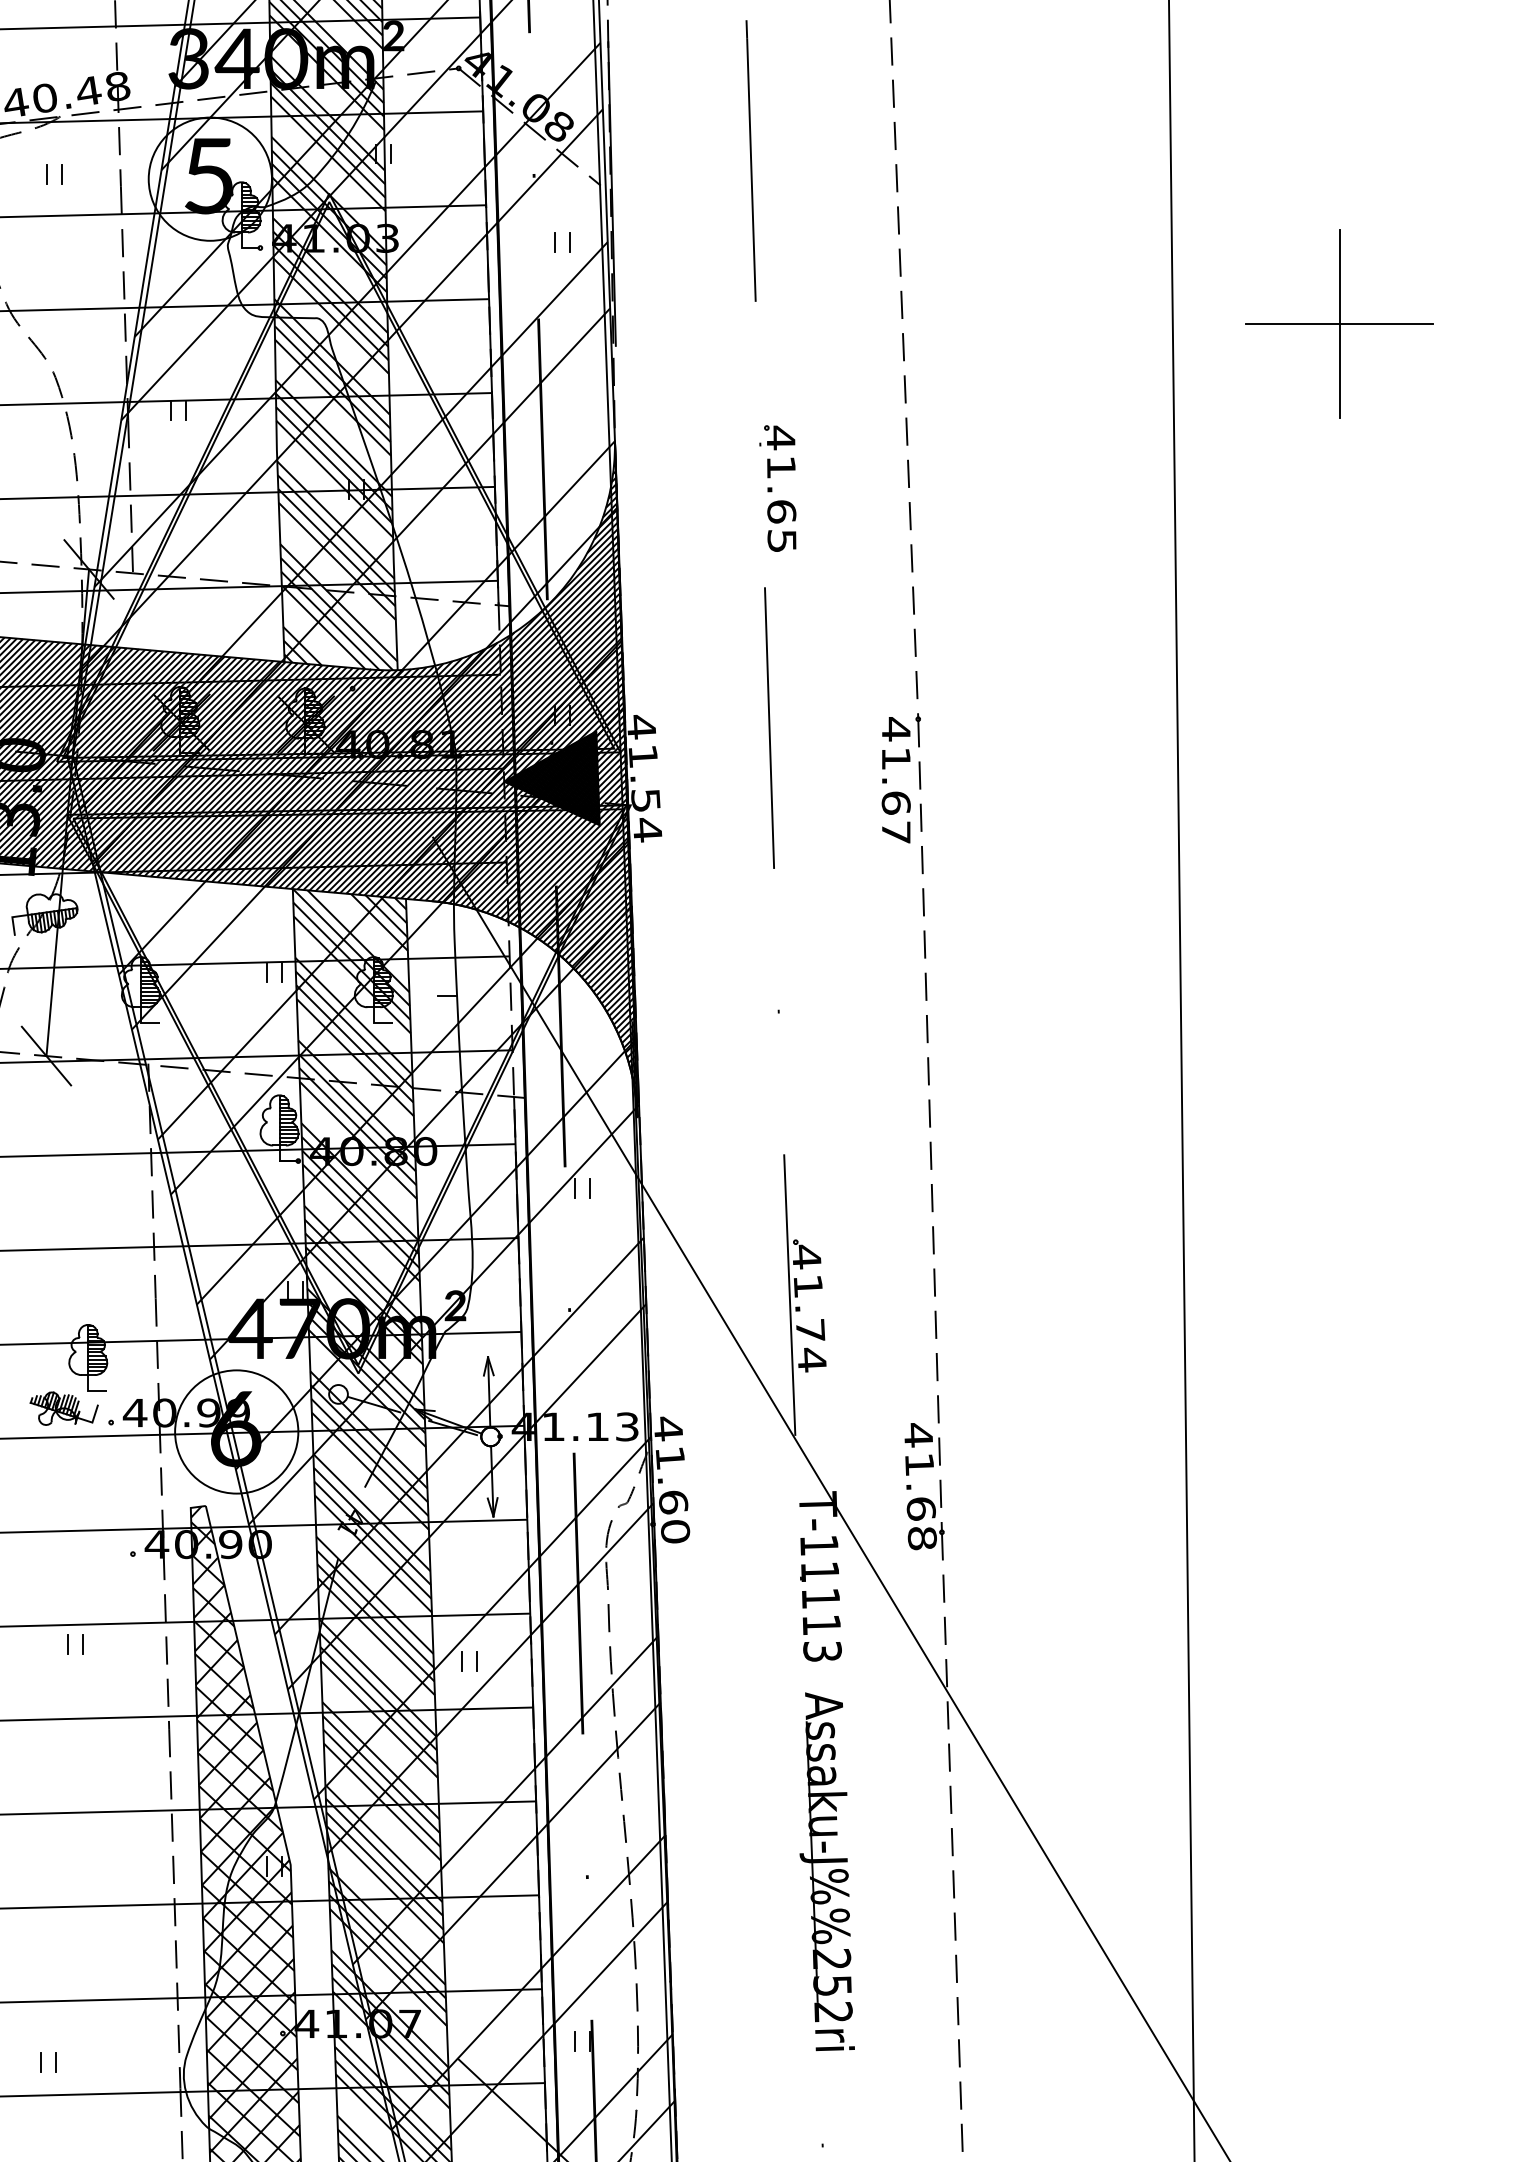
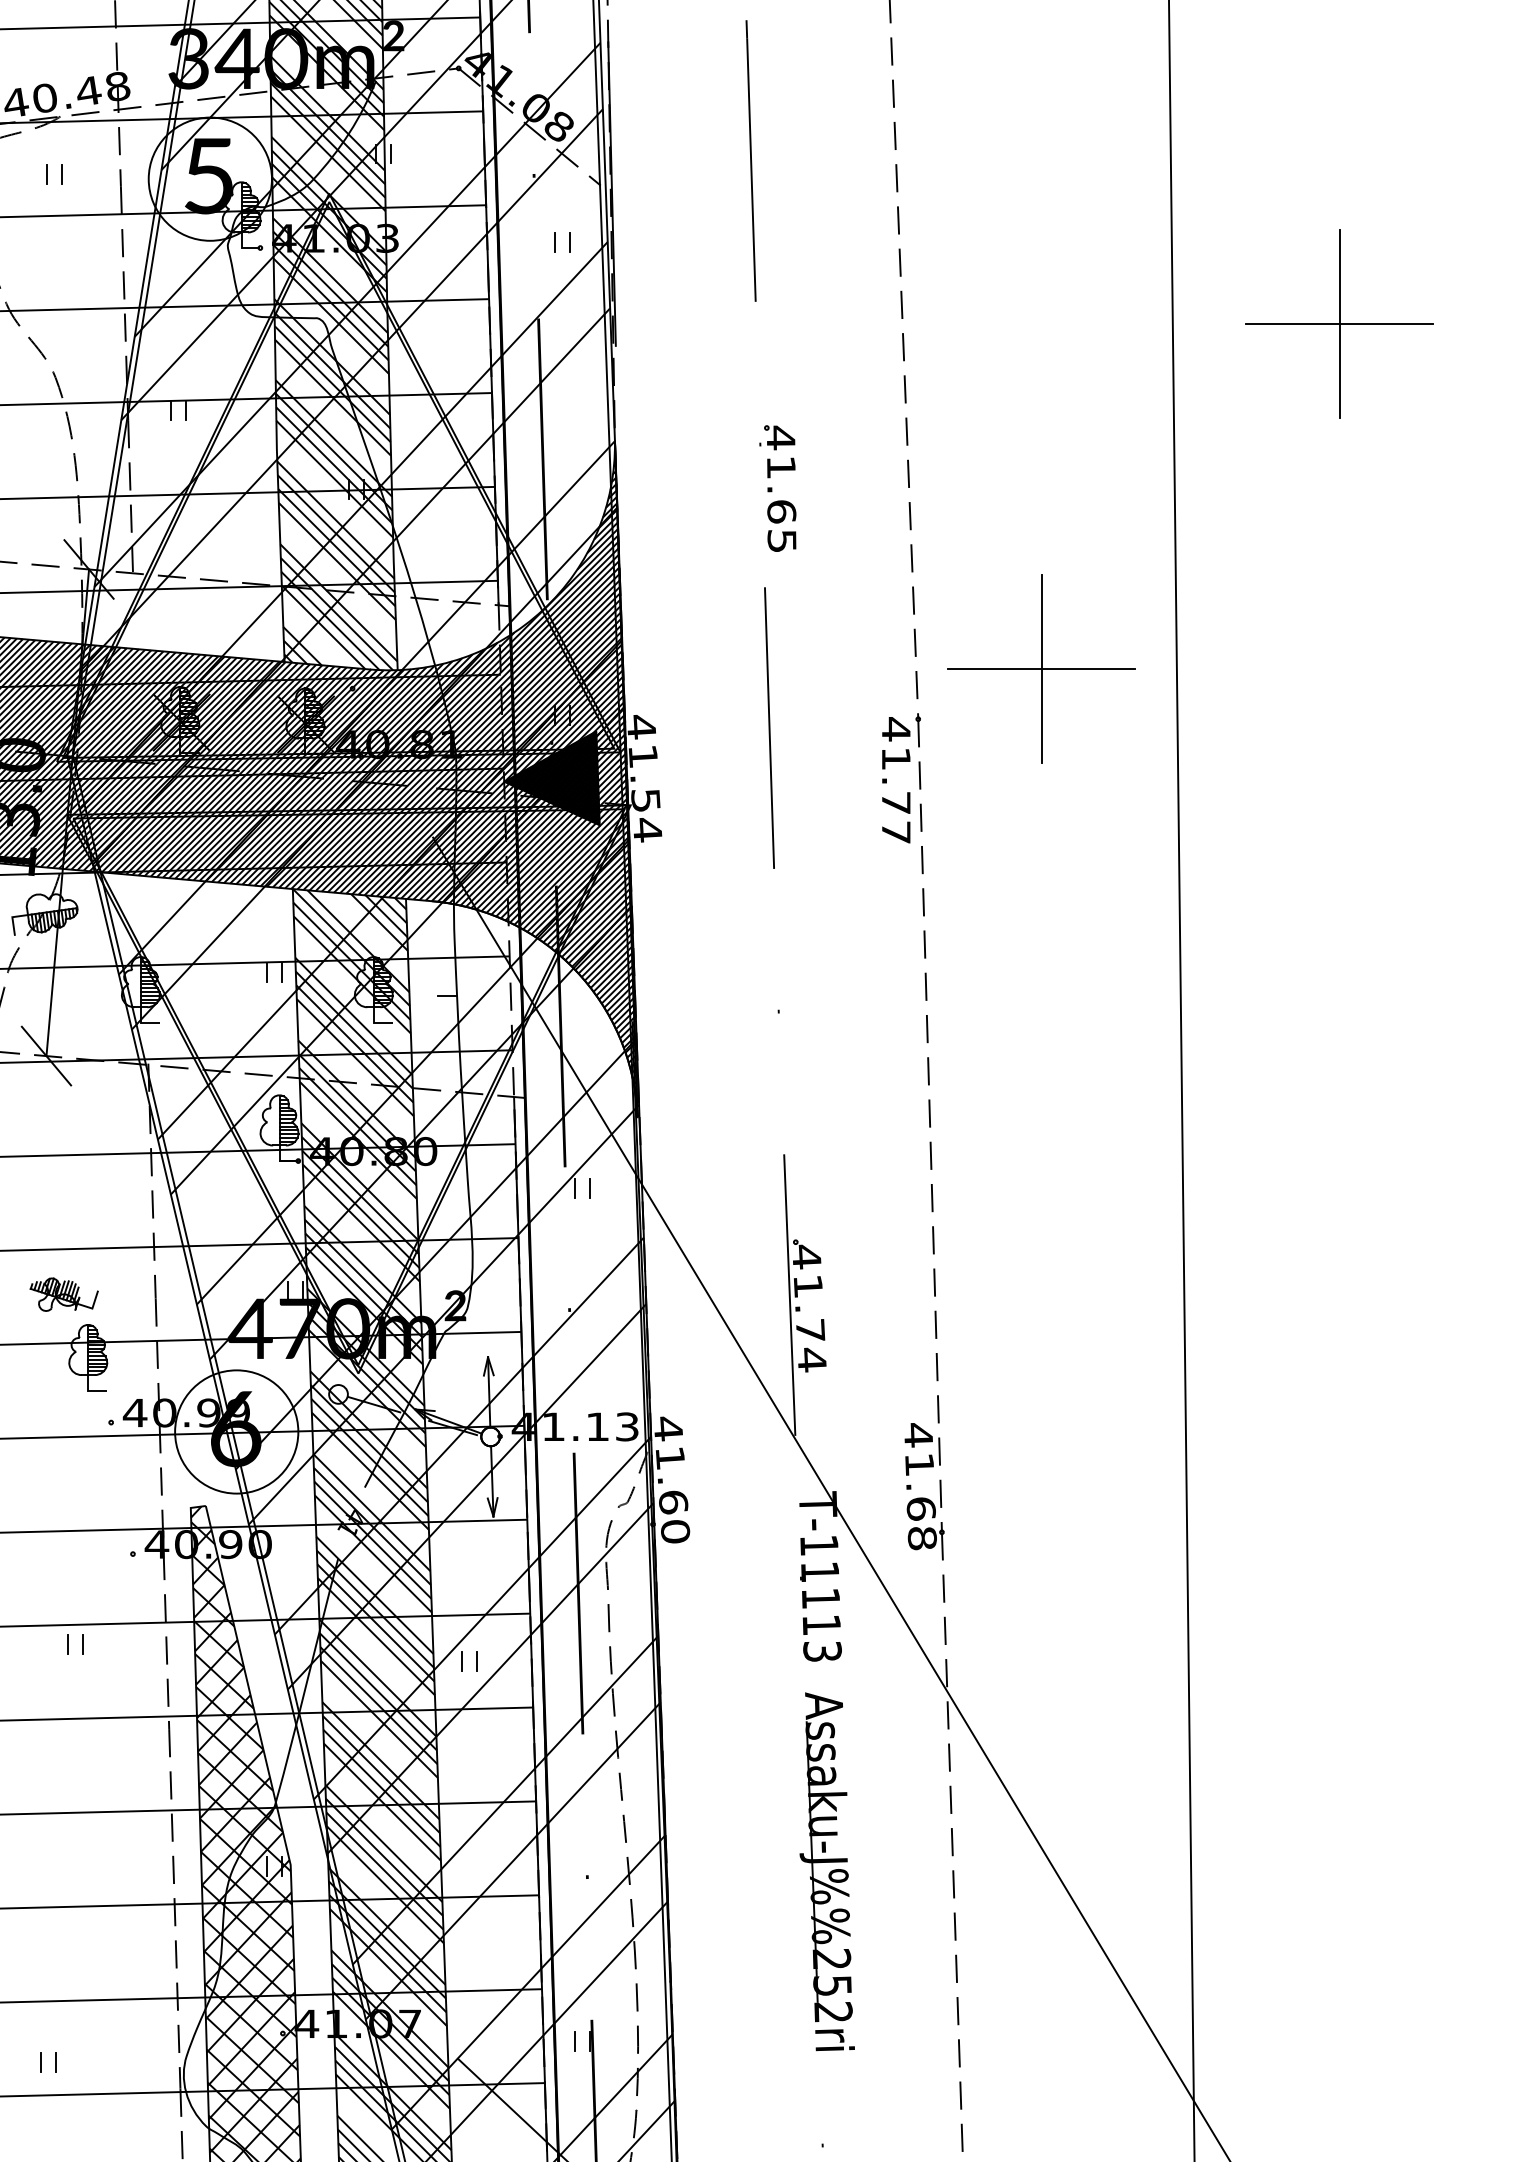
part at (1041, 668): none -> present
text at (895, 802): 41.67 -> 41.77
part at (63, 1408) position: (63, 1408) -> (63, 1294)
